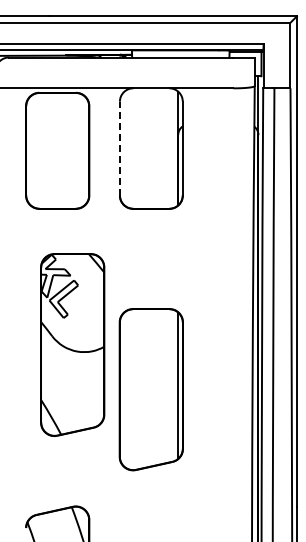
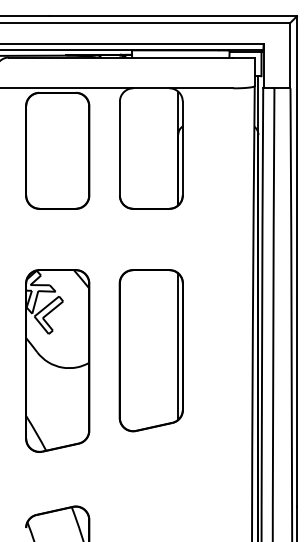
line at (119, 148): dashed -> solid
part at (72, 344) position: (72, 344) -> (57, 360)
part at (150, 389) position: (150, 389) -> (150, 350)
